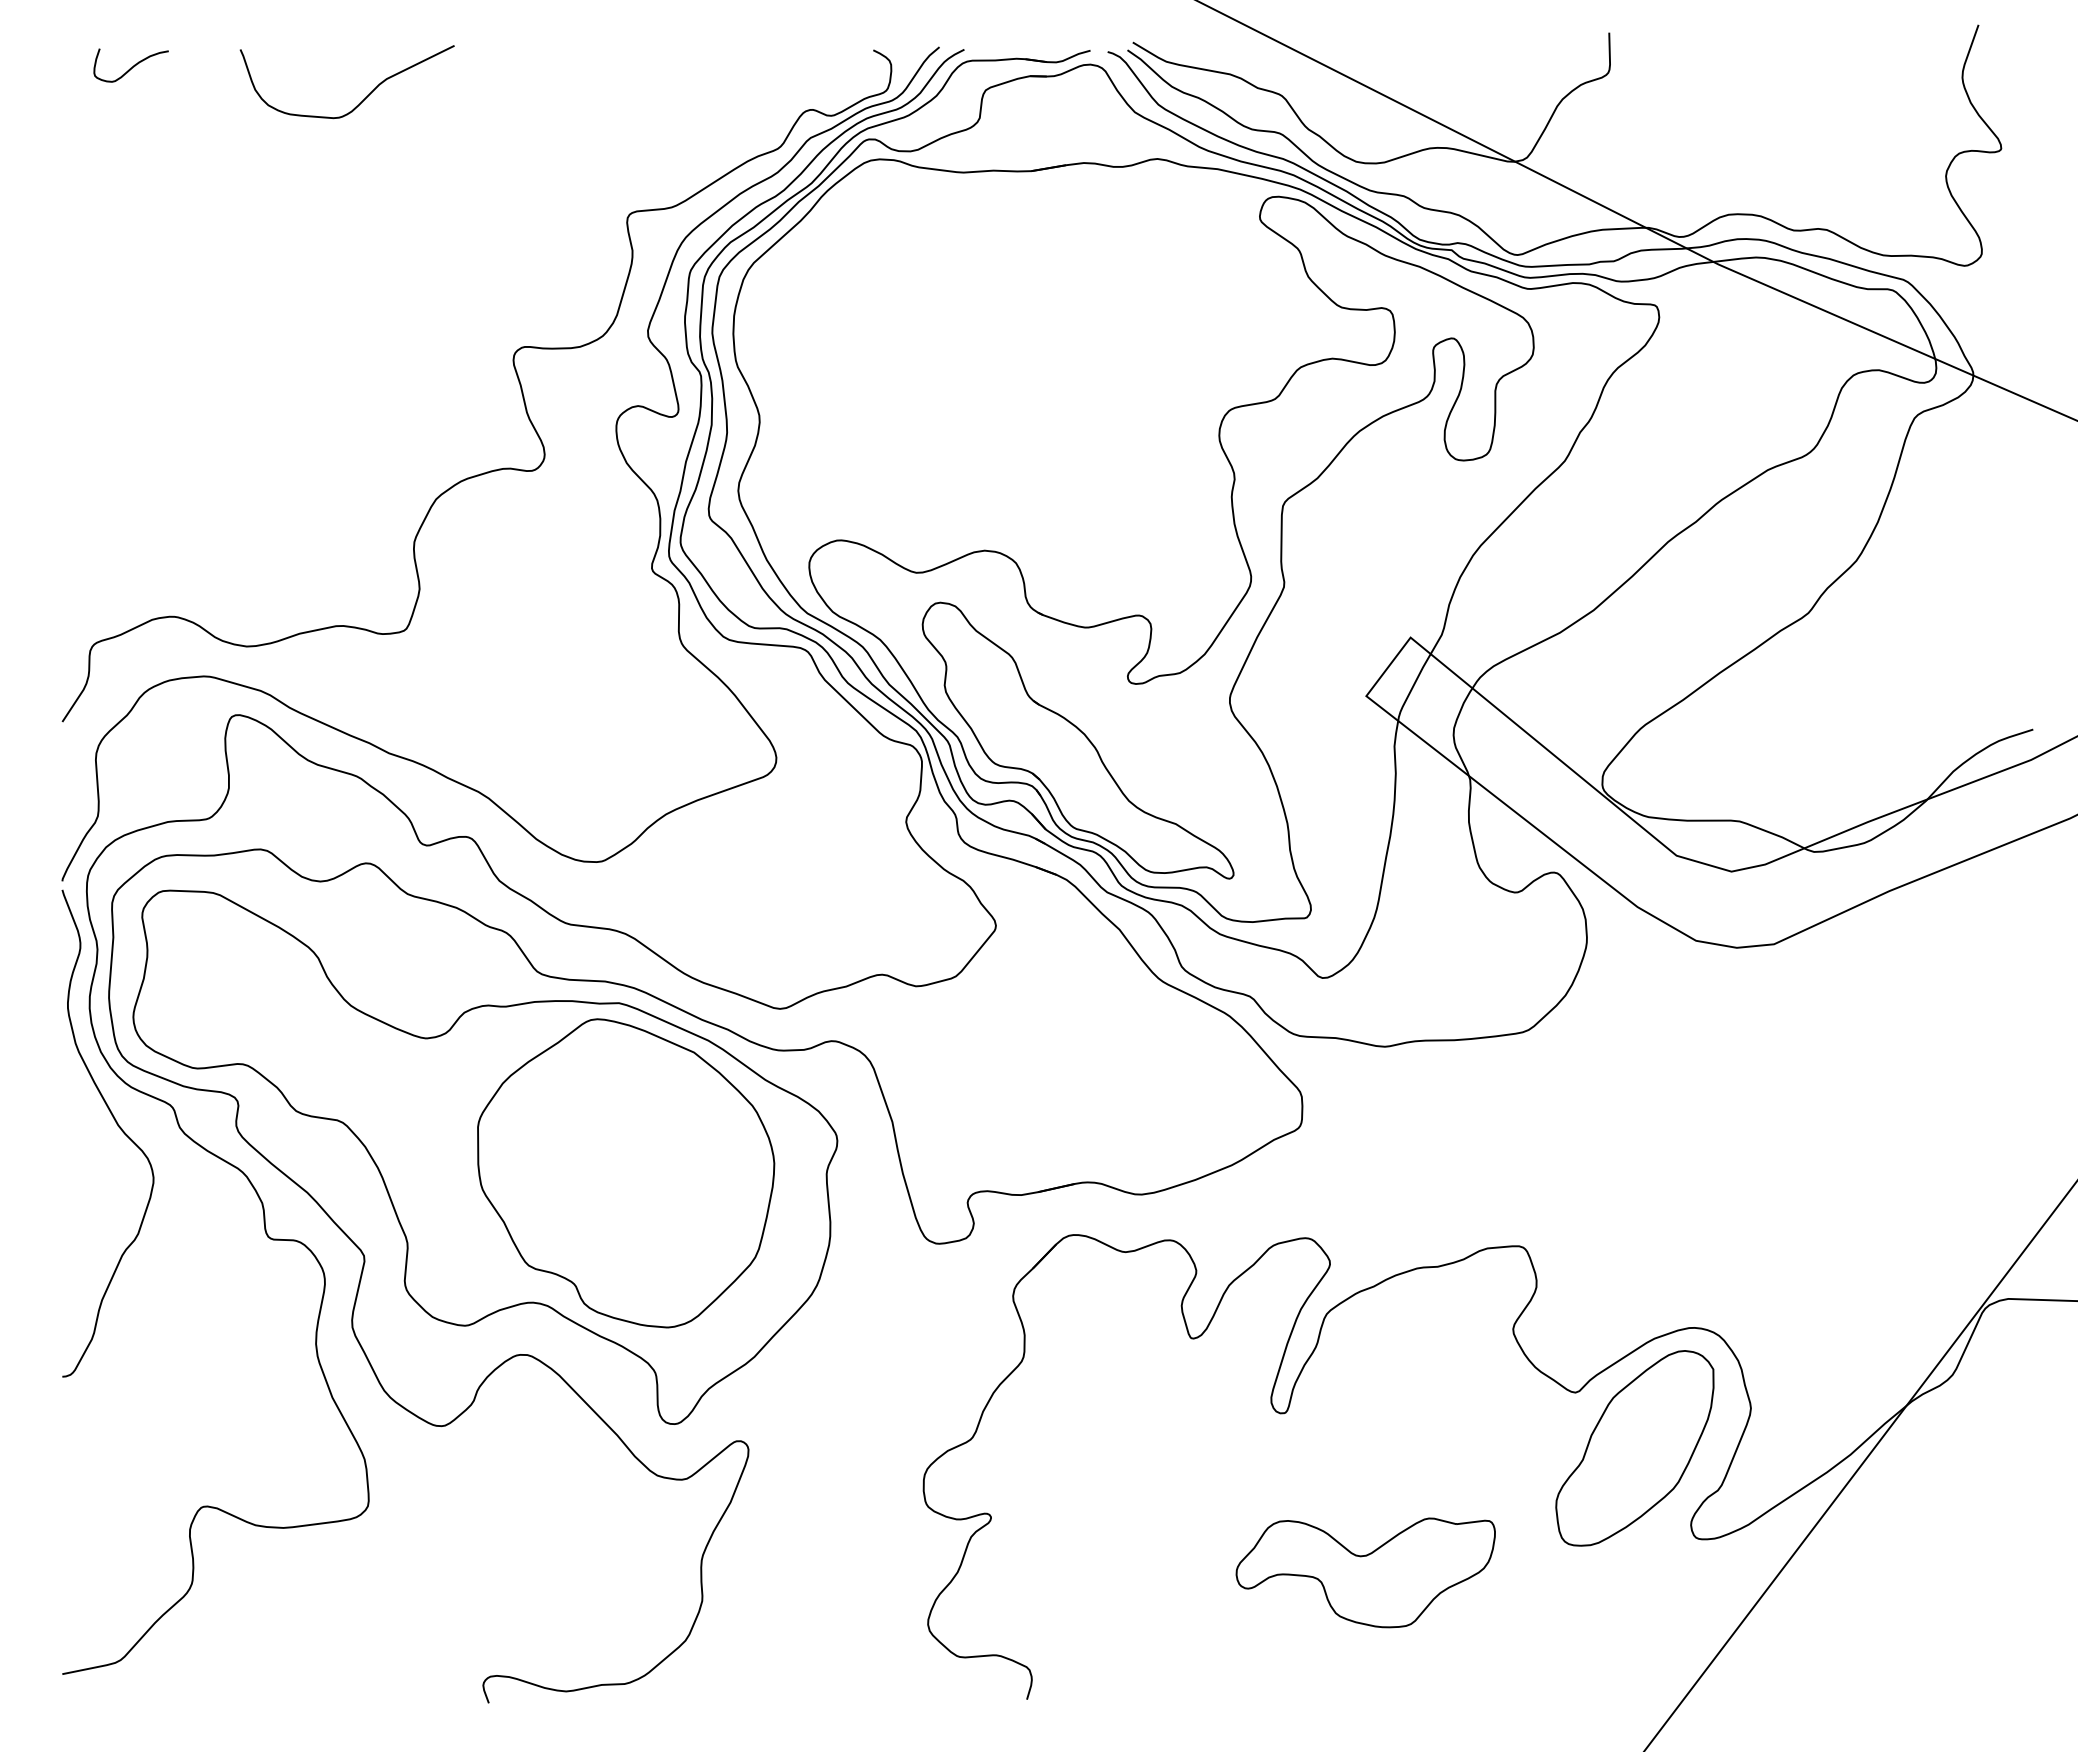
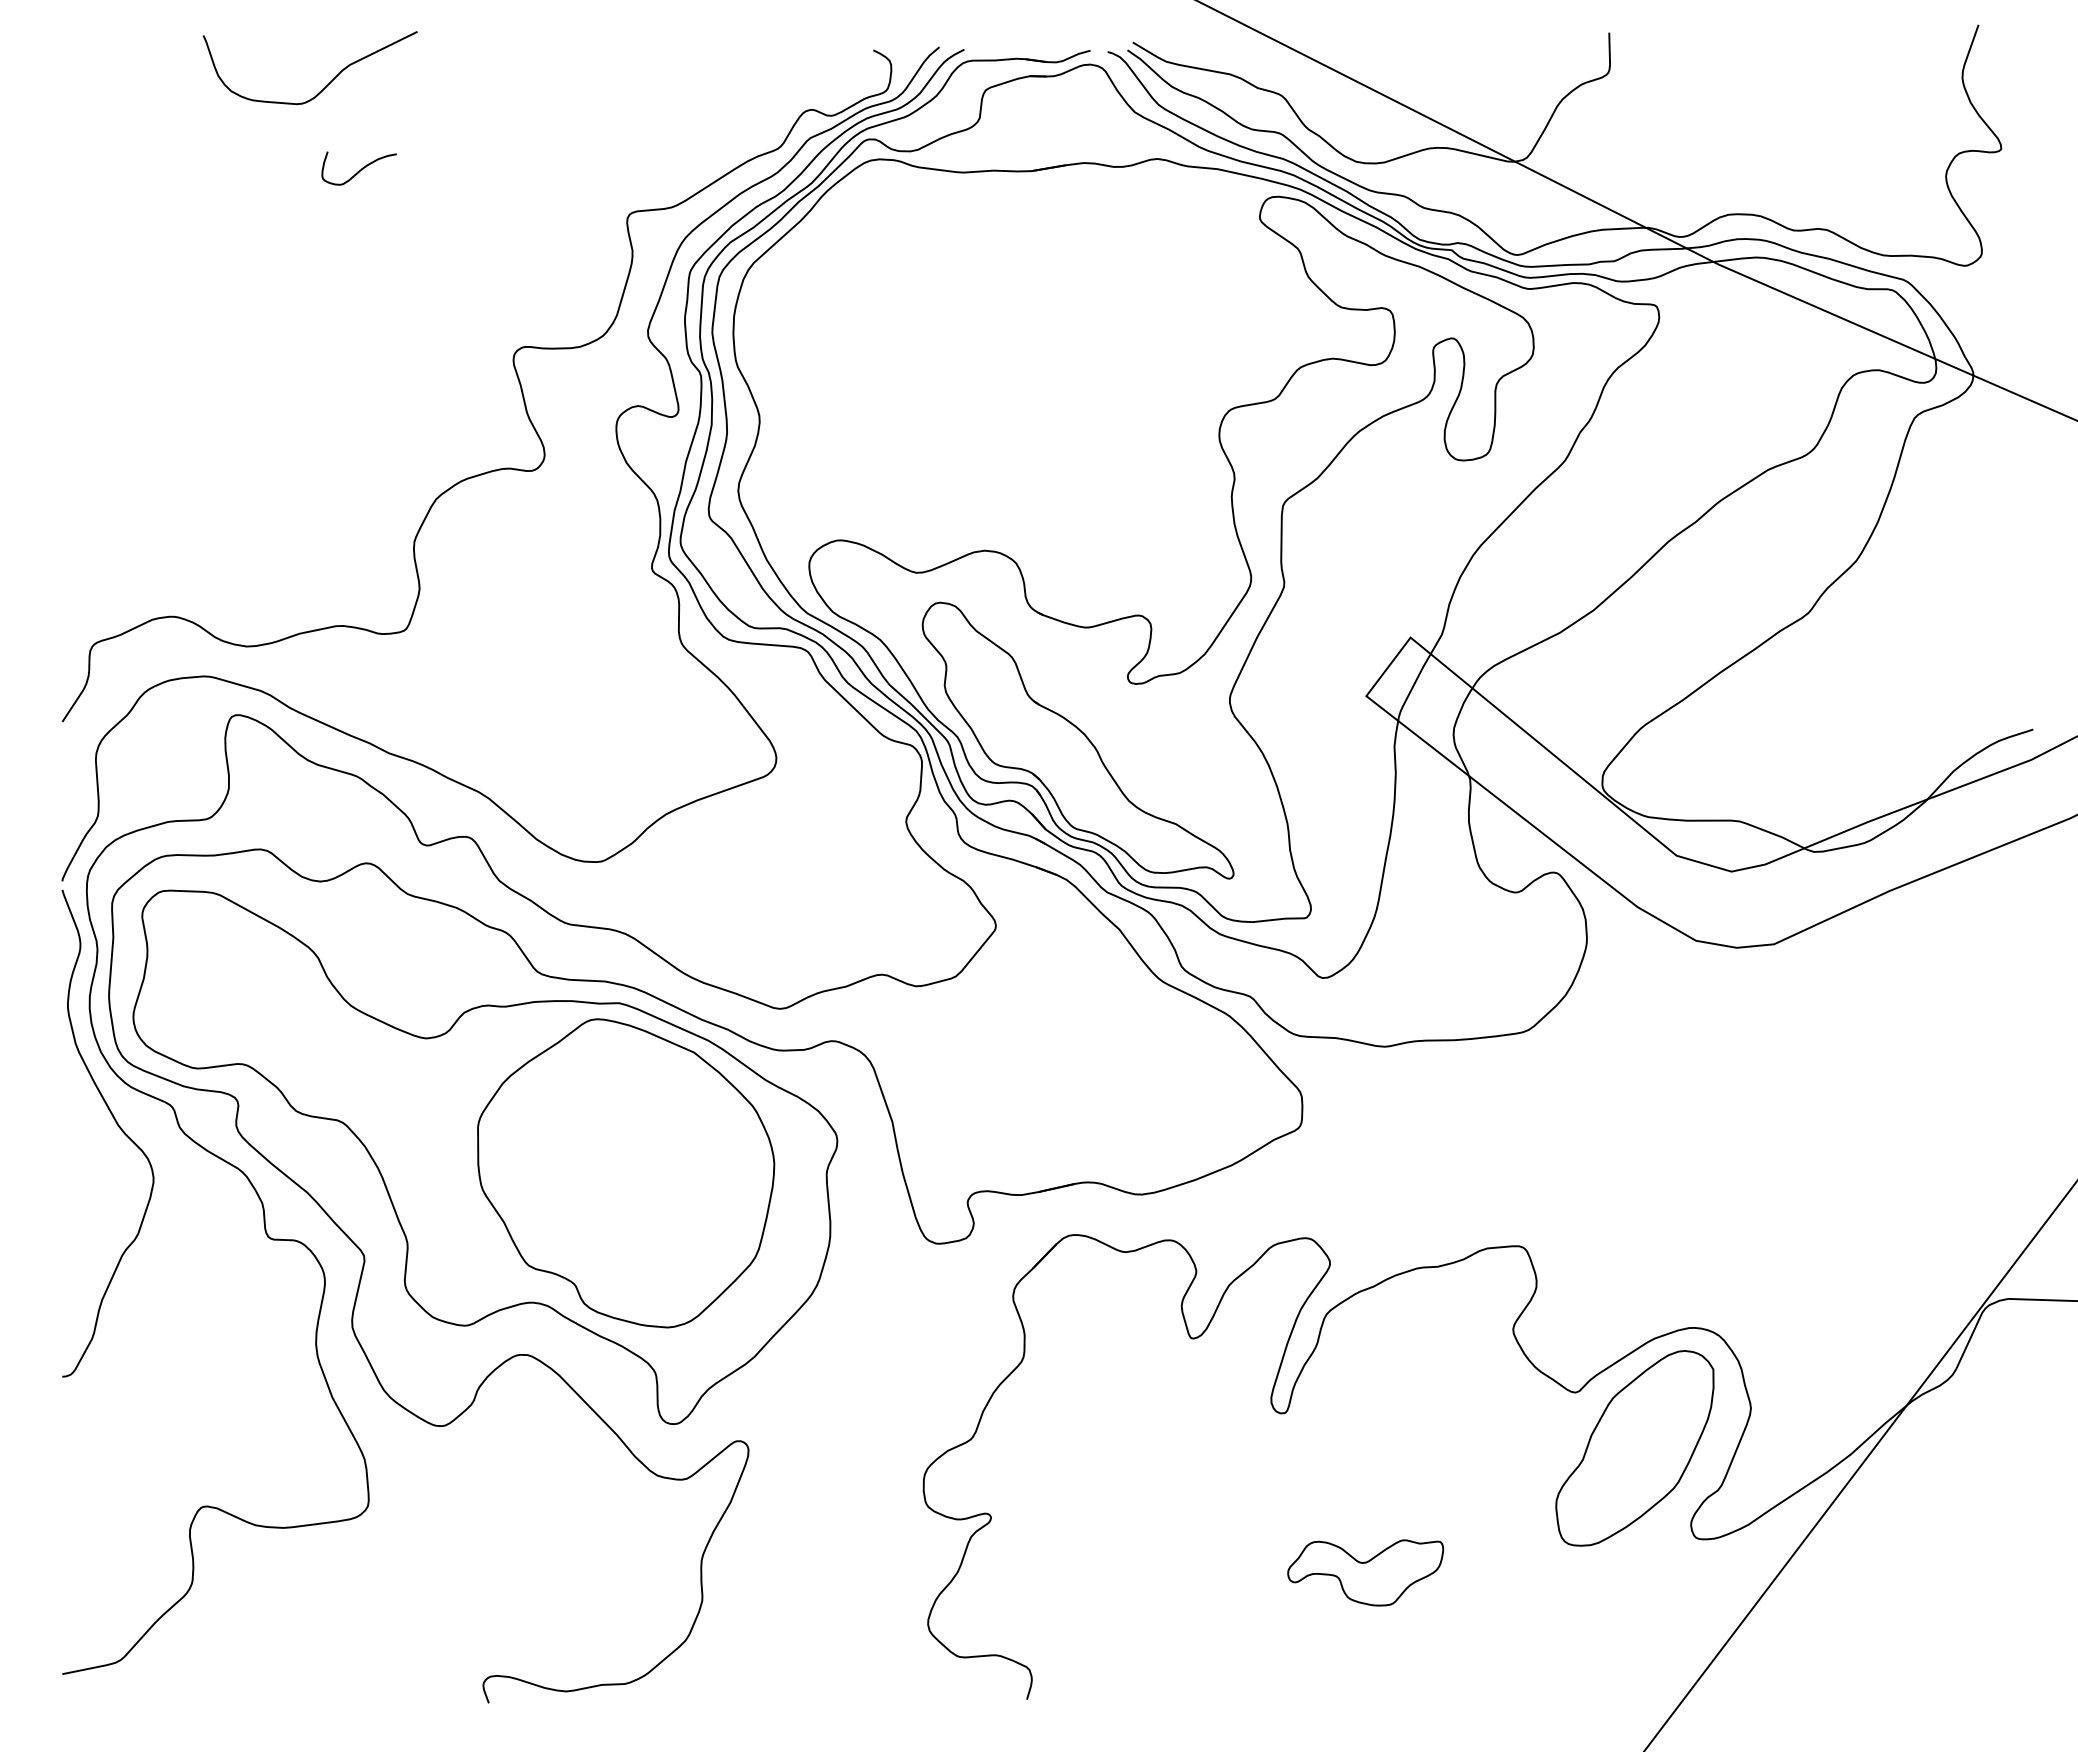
curve at (130, 67) position: (130, 67) -> (358, 170)
curve at (363, 99) position: (363, 99) -> (326, 85)
part at (1365, 1572) size: 261x112 px -> 158x68 px
